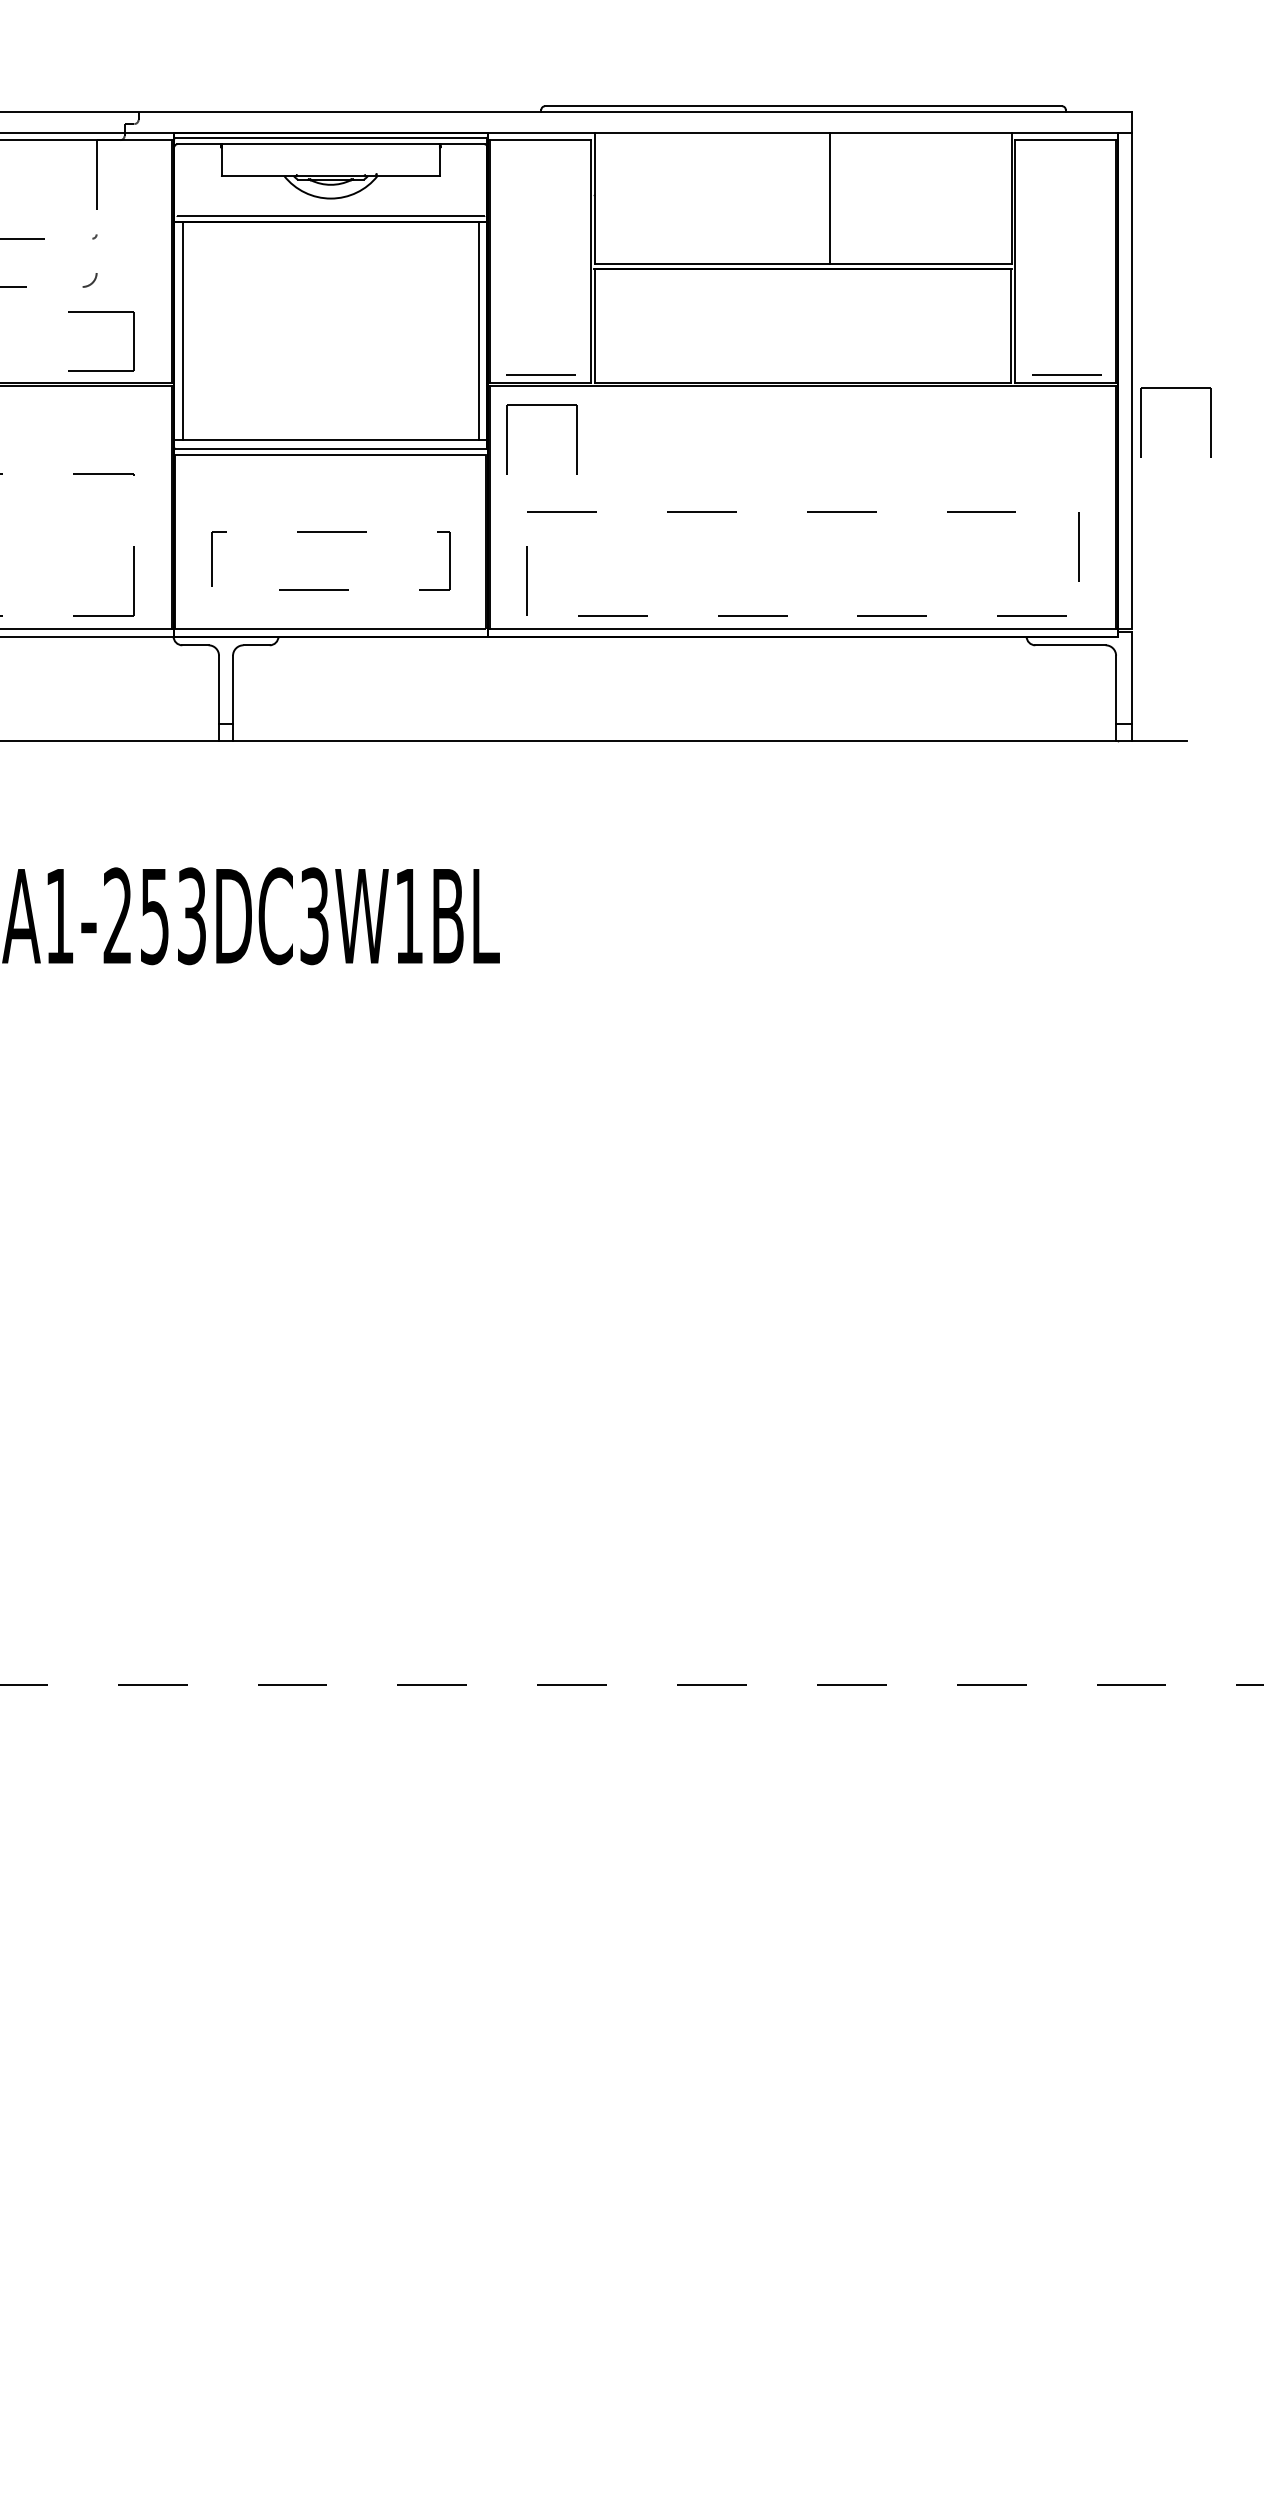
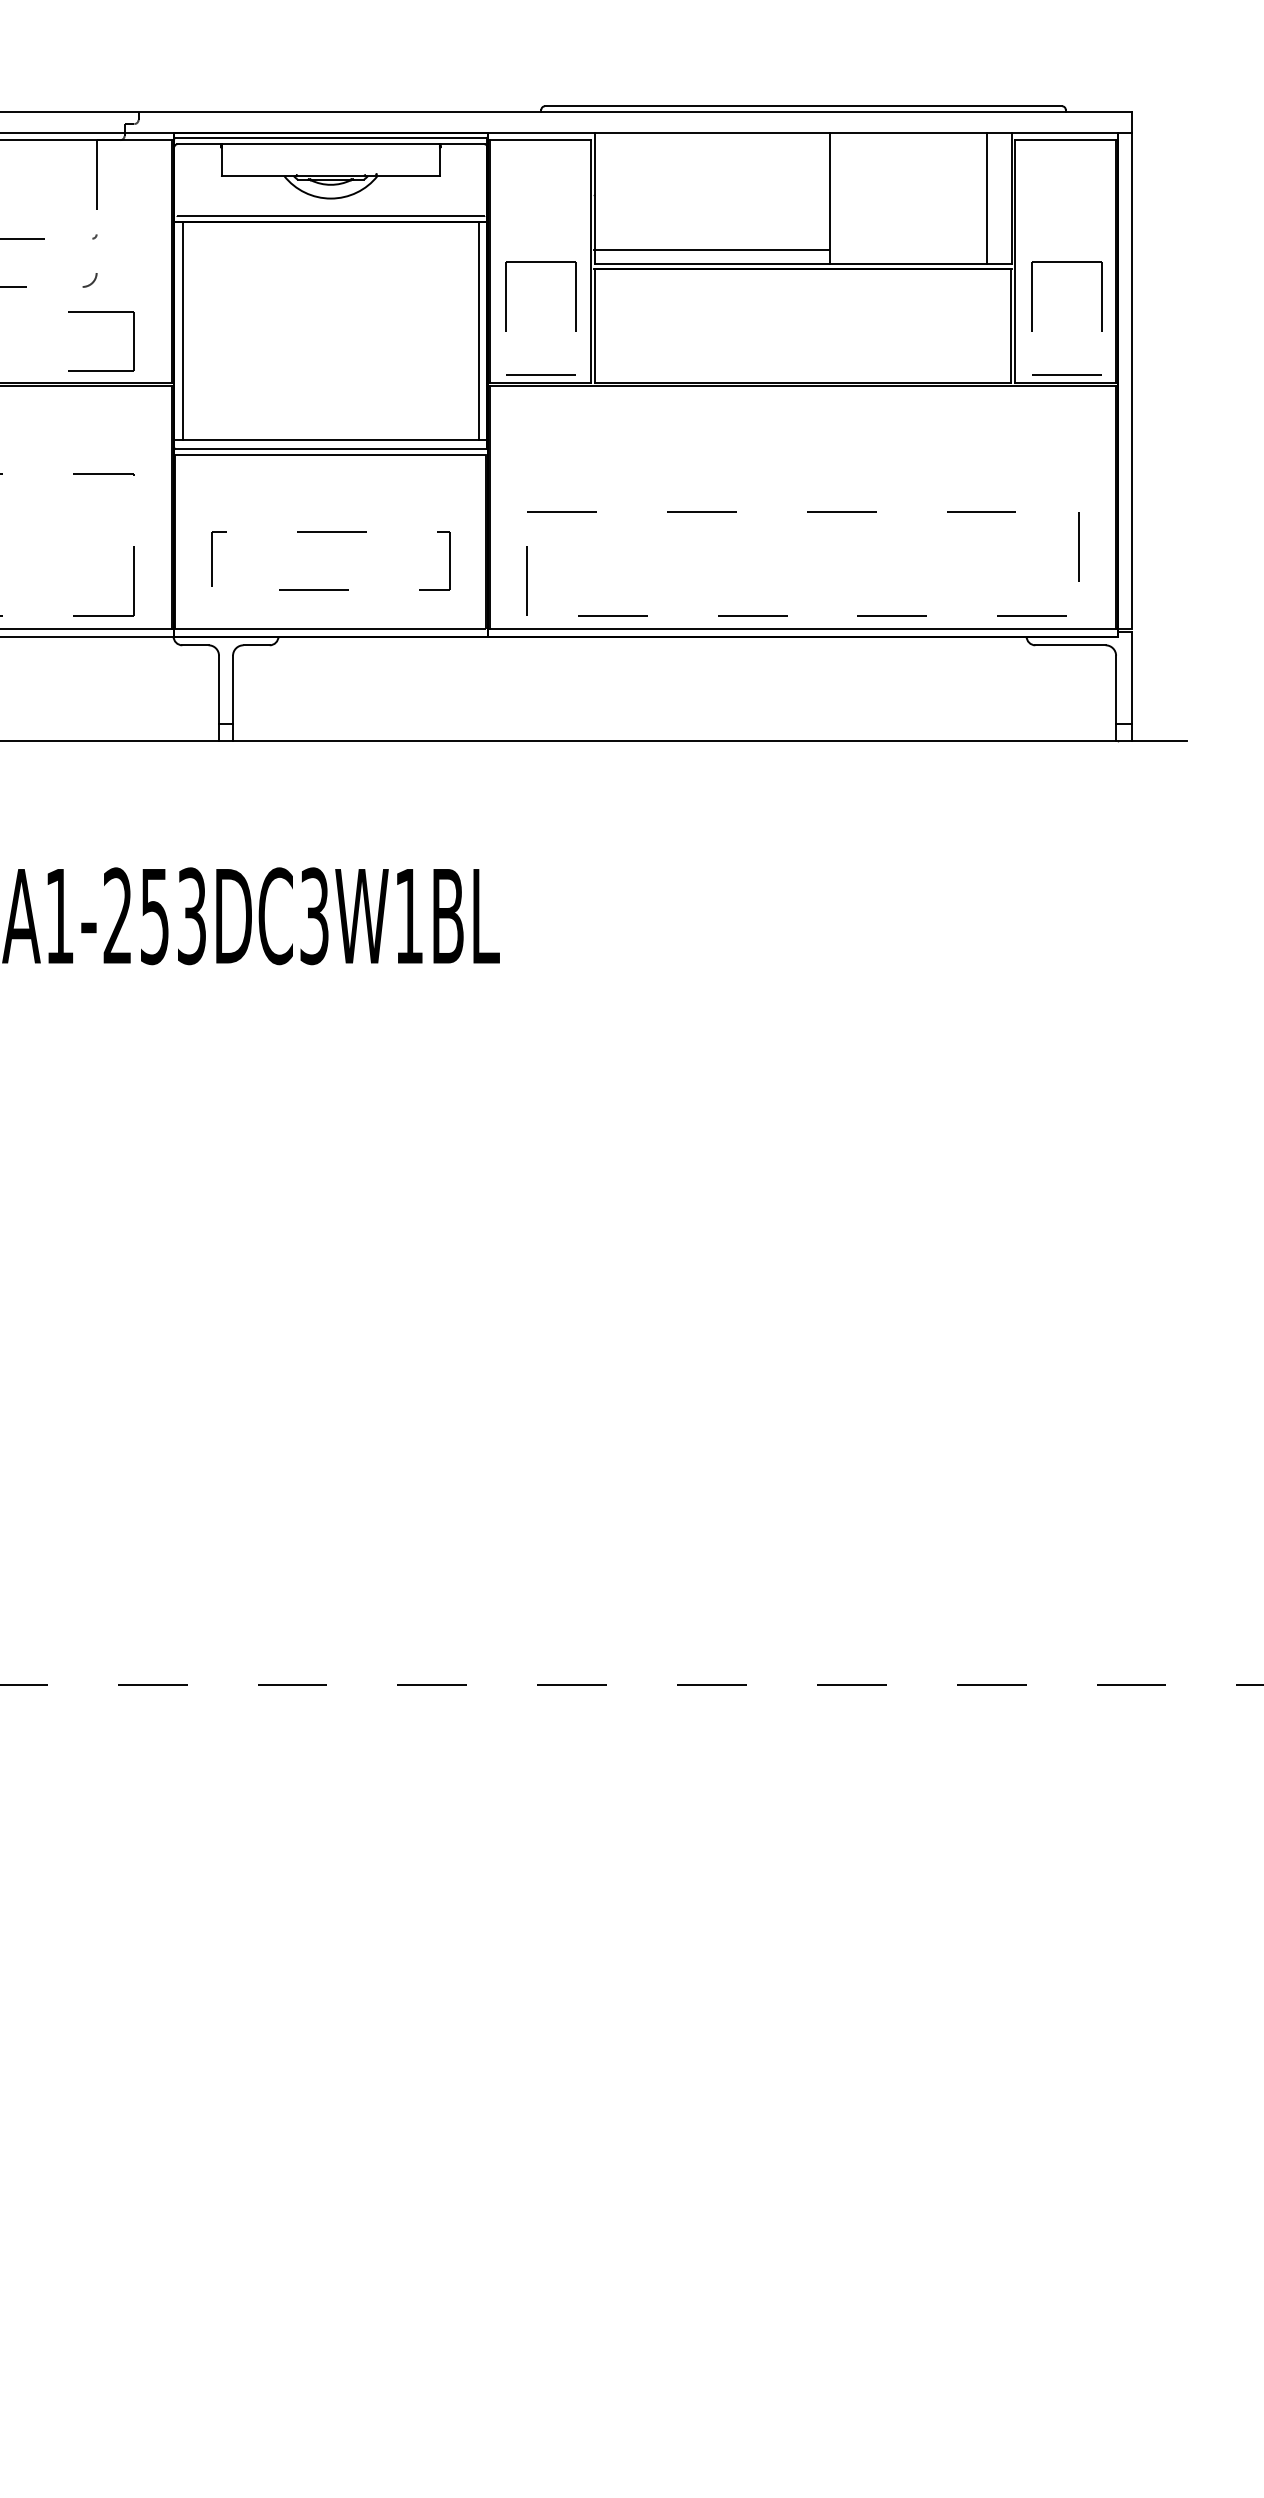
line at (987, 198): none -> present
line at (711, 249): none -> present
part at (1175, 388) position: (1175, 388) -> (1066, 262)
part at (541, 405) position: (541, 405) -> (540, 262)
